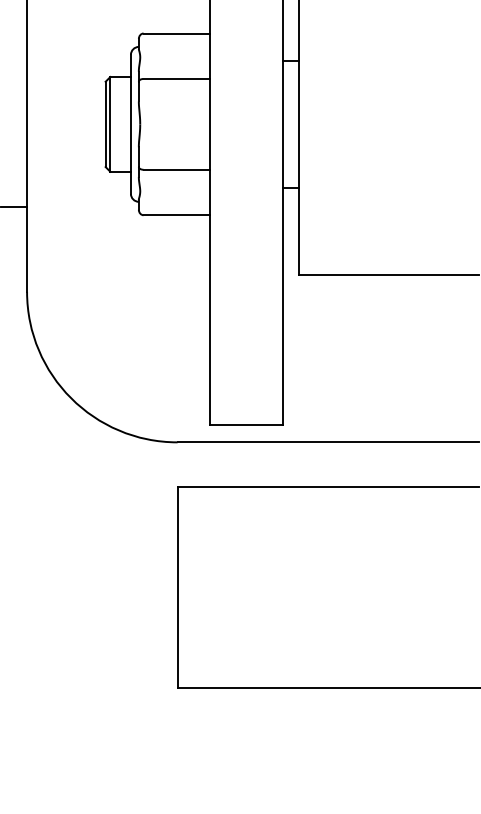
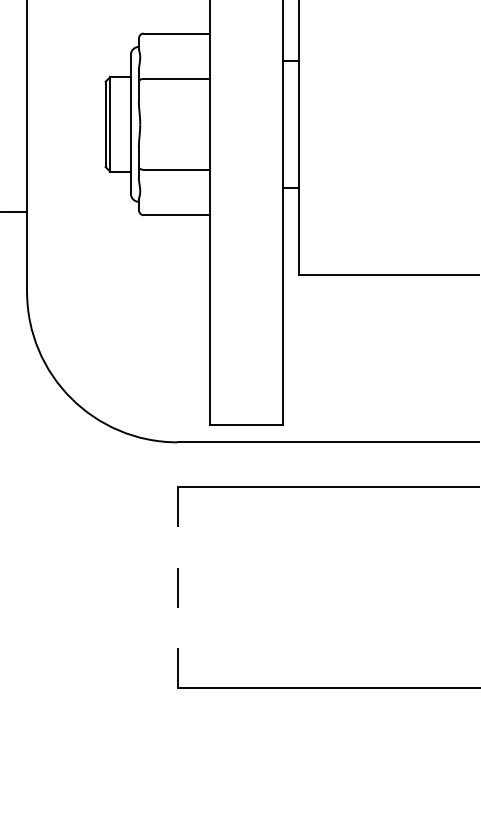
line at (14, 206) position: (14, 206) -> (14, 211)
line at (177, 588): solid -> dashed
